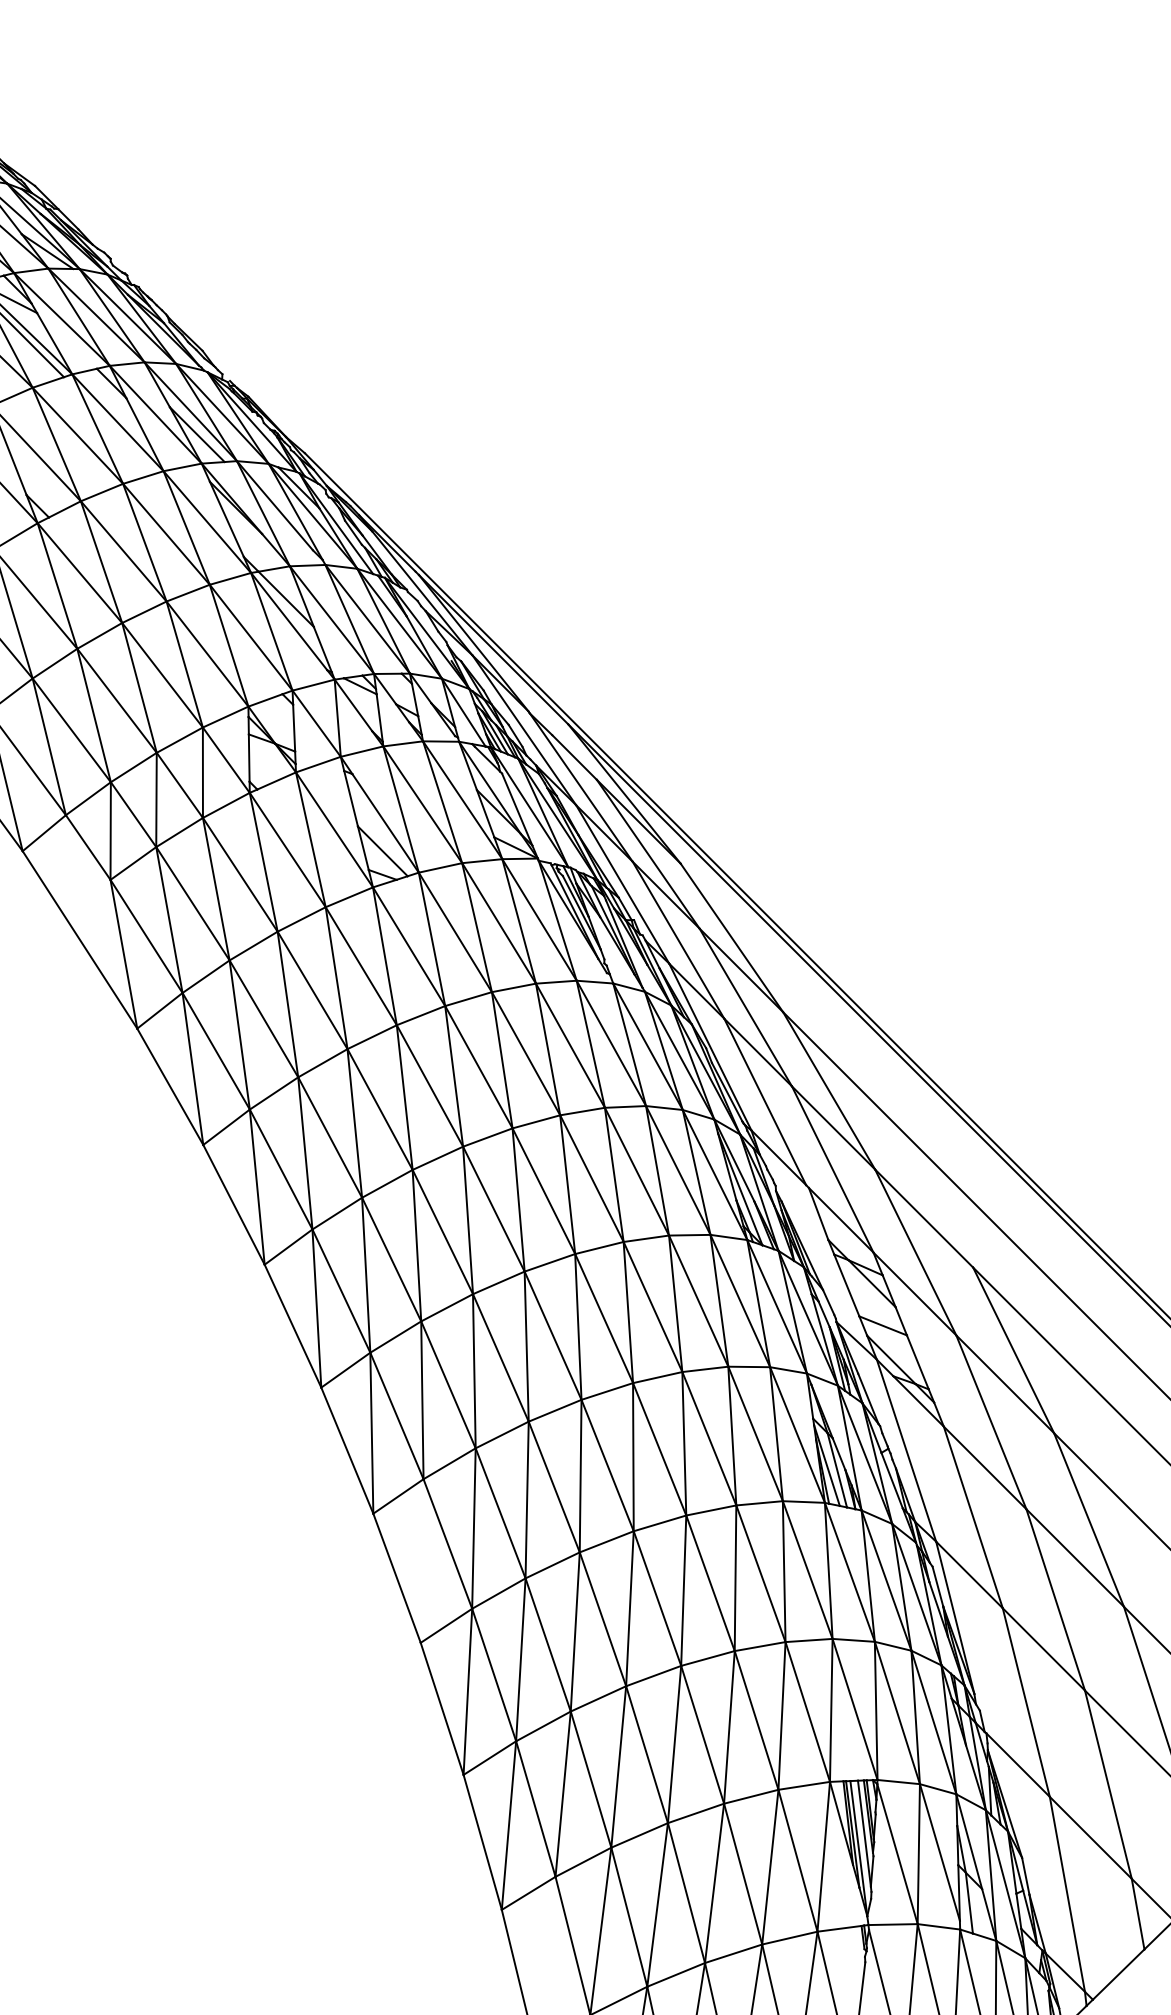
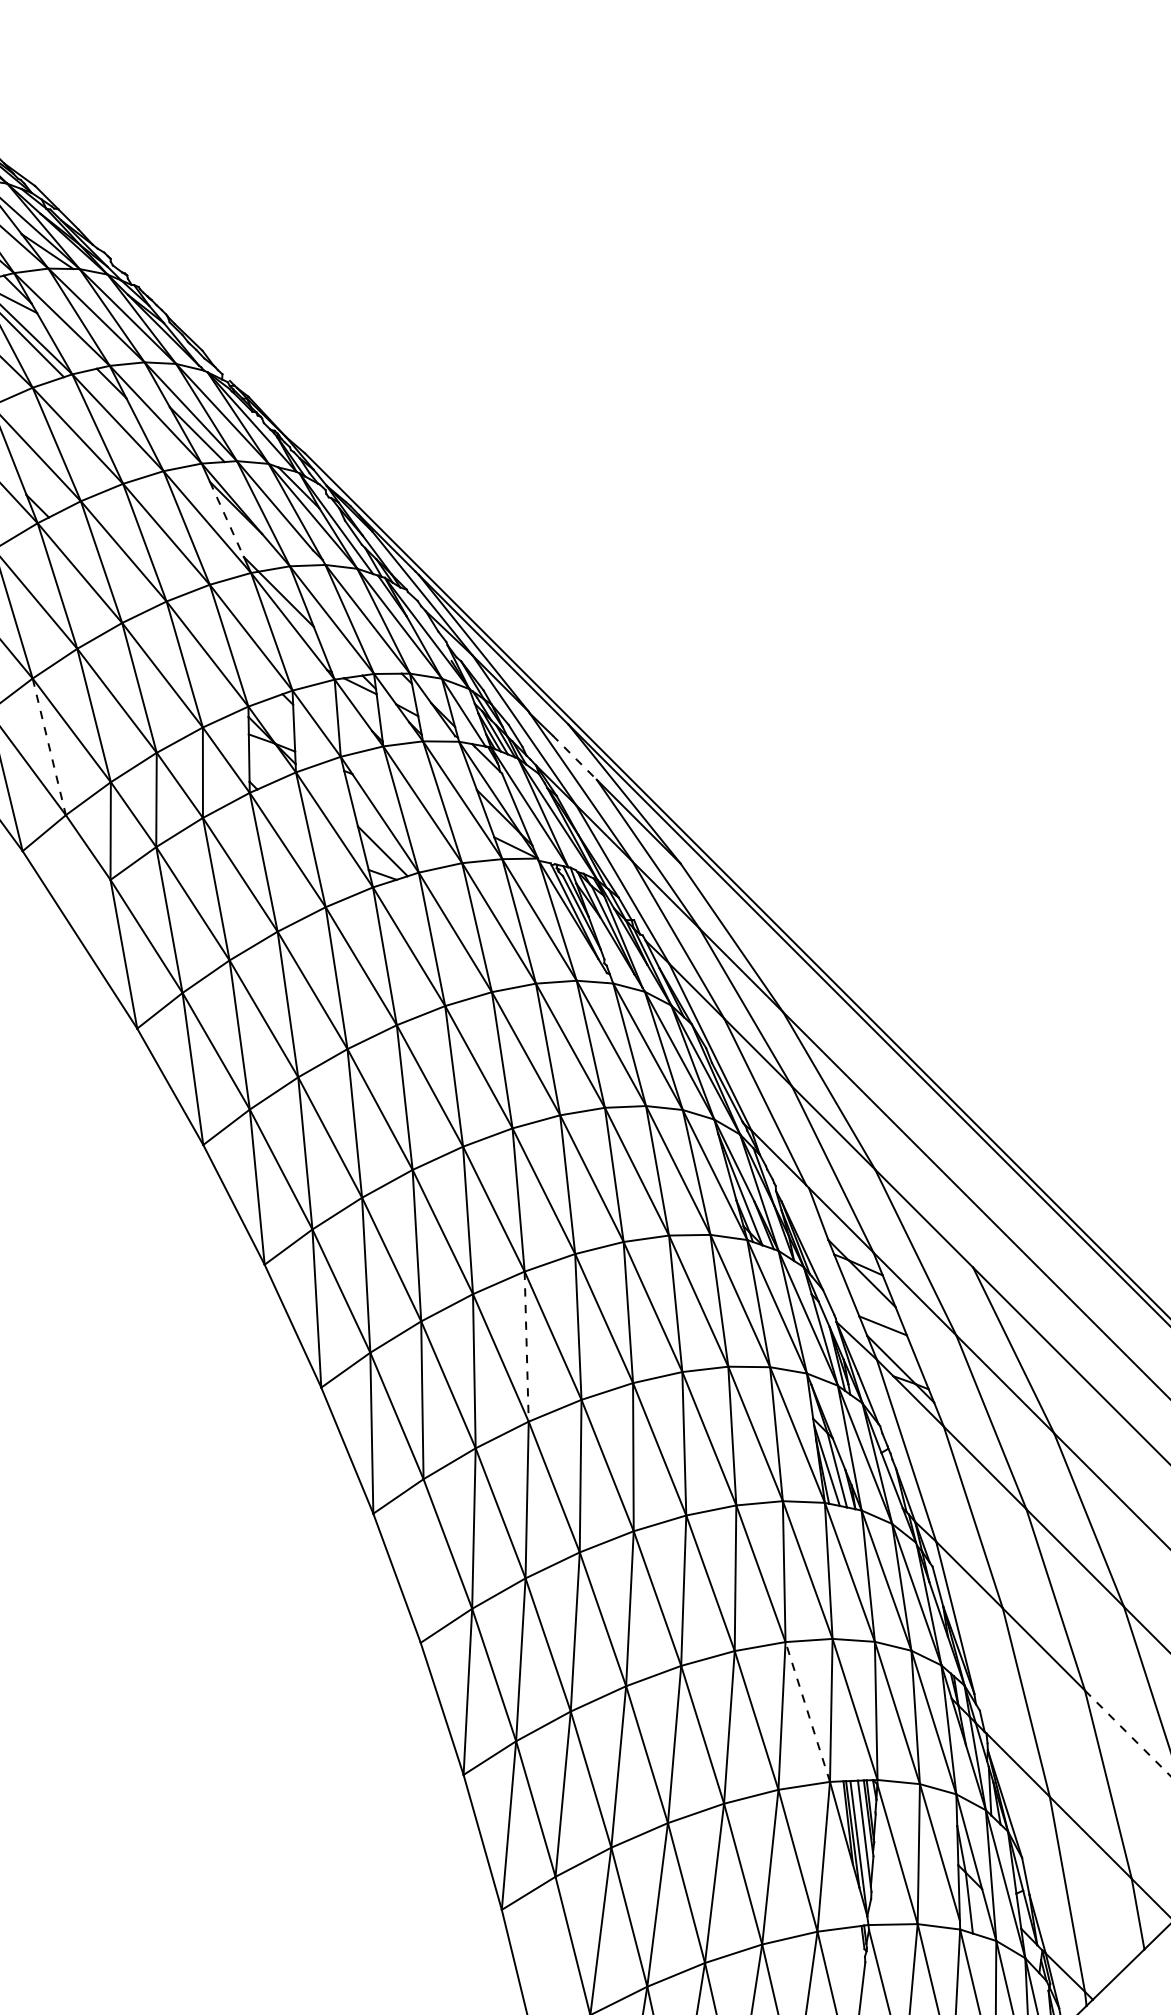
line at (227, 519): solid -> dashed
line at (49, 747): solid -> dashed
line at (574, 757): solid -> dashed
line at (526, 1347): solid -> dashed
line at (807, 1711): solid -> dashed
line at (1128, 1733): solid -> dashed
